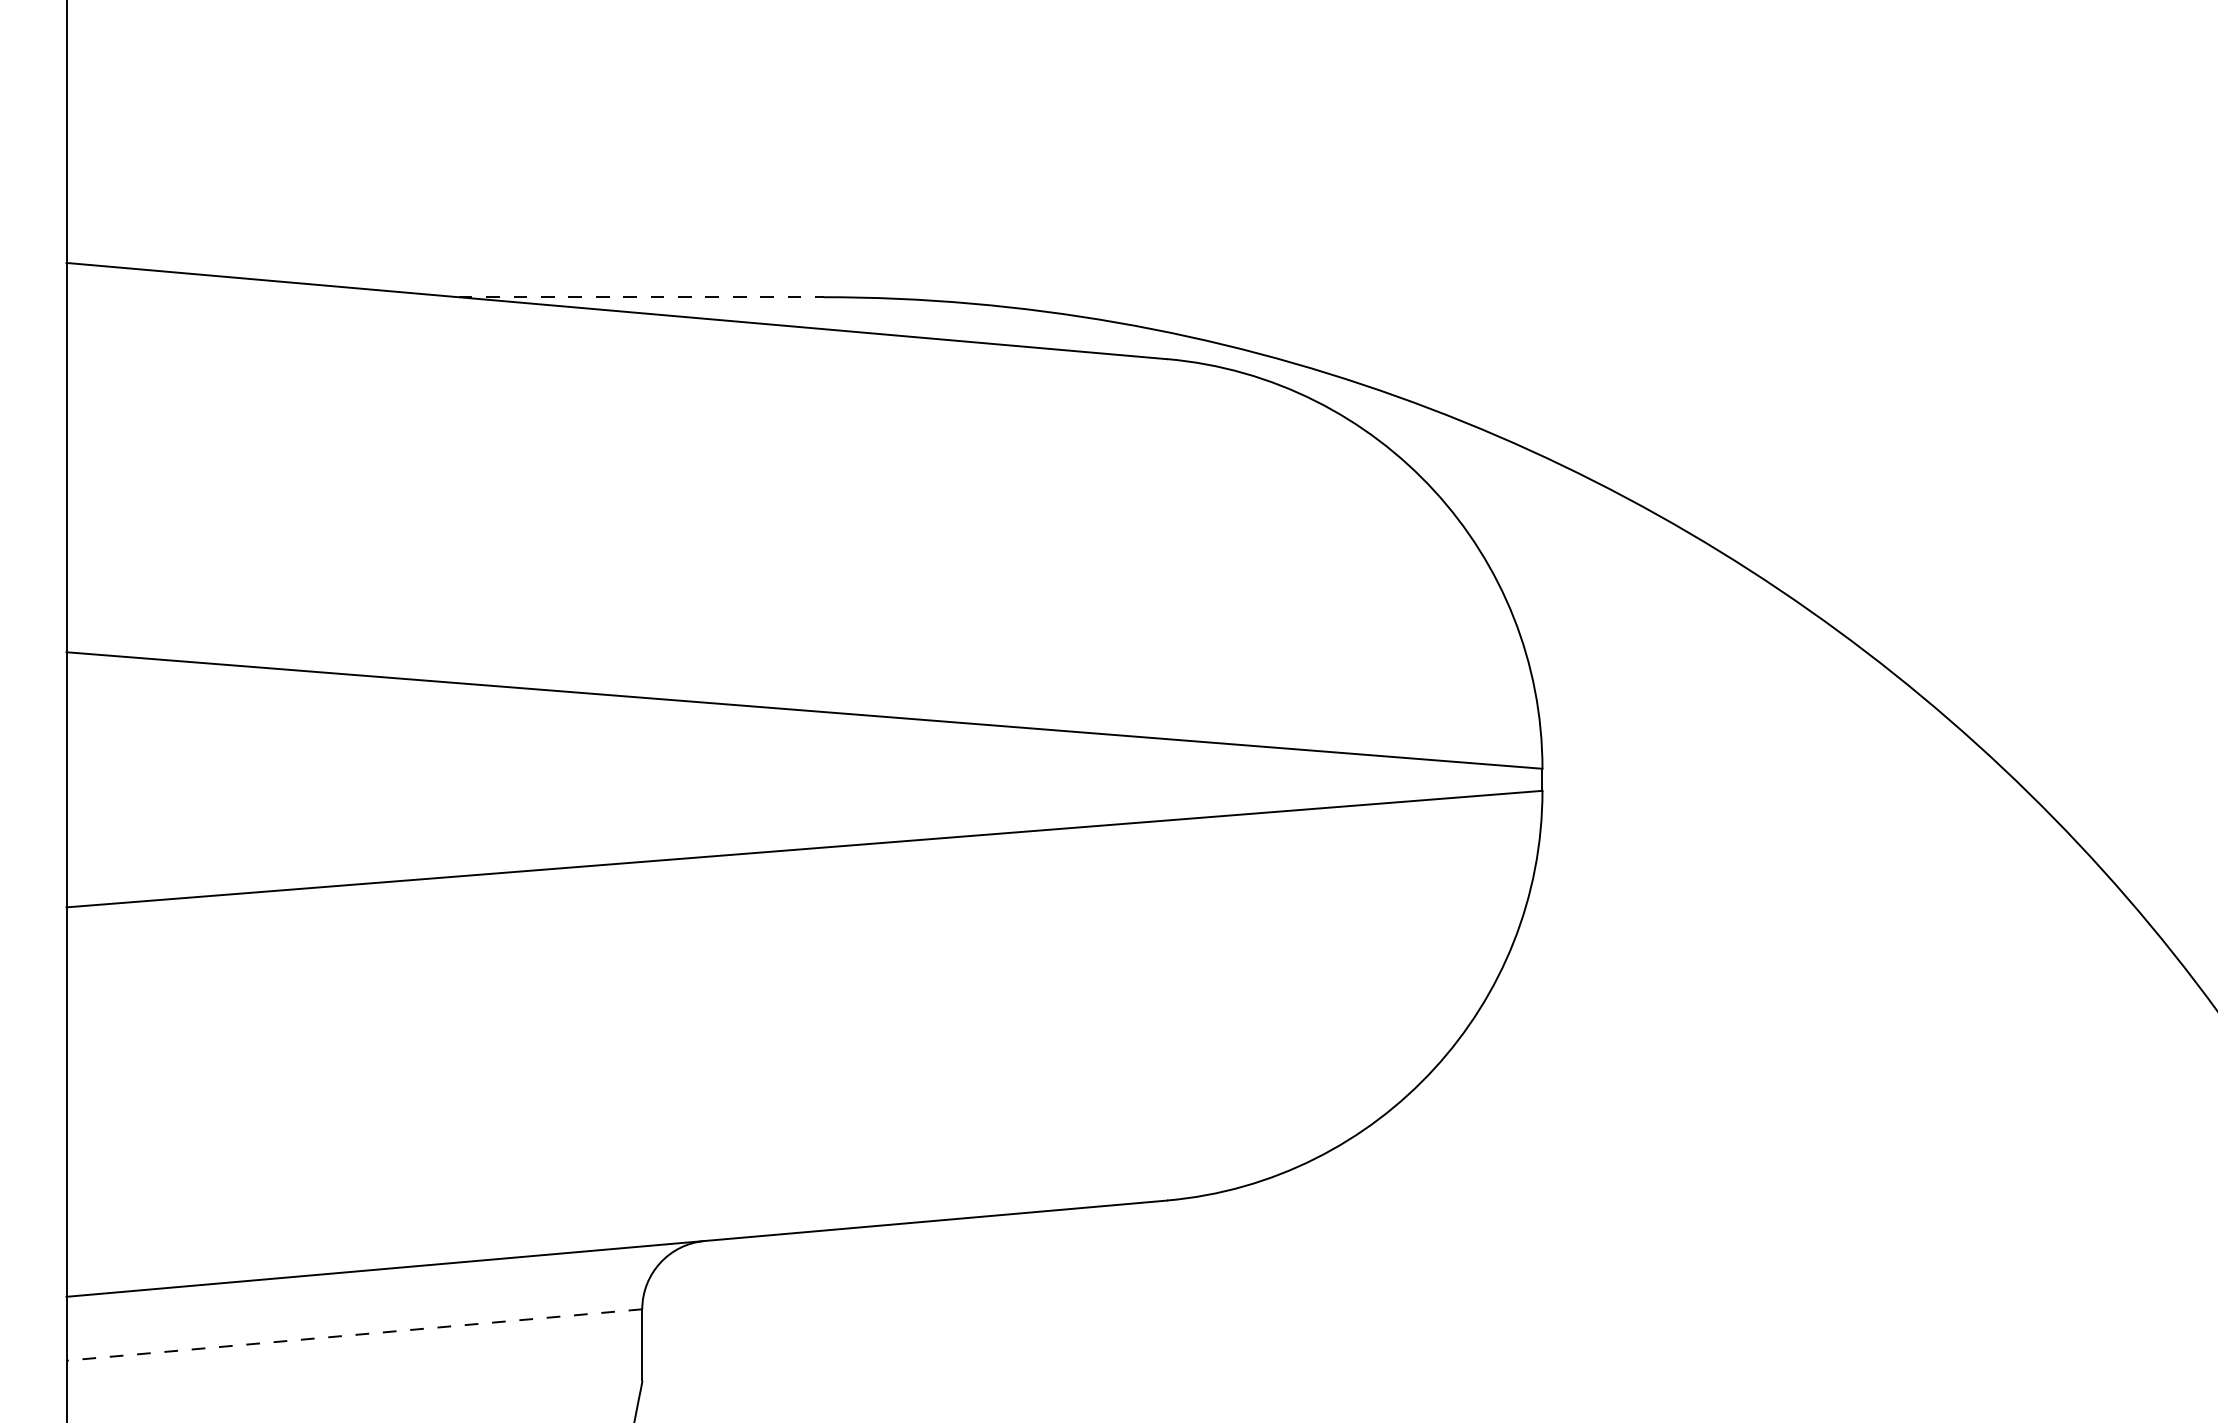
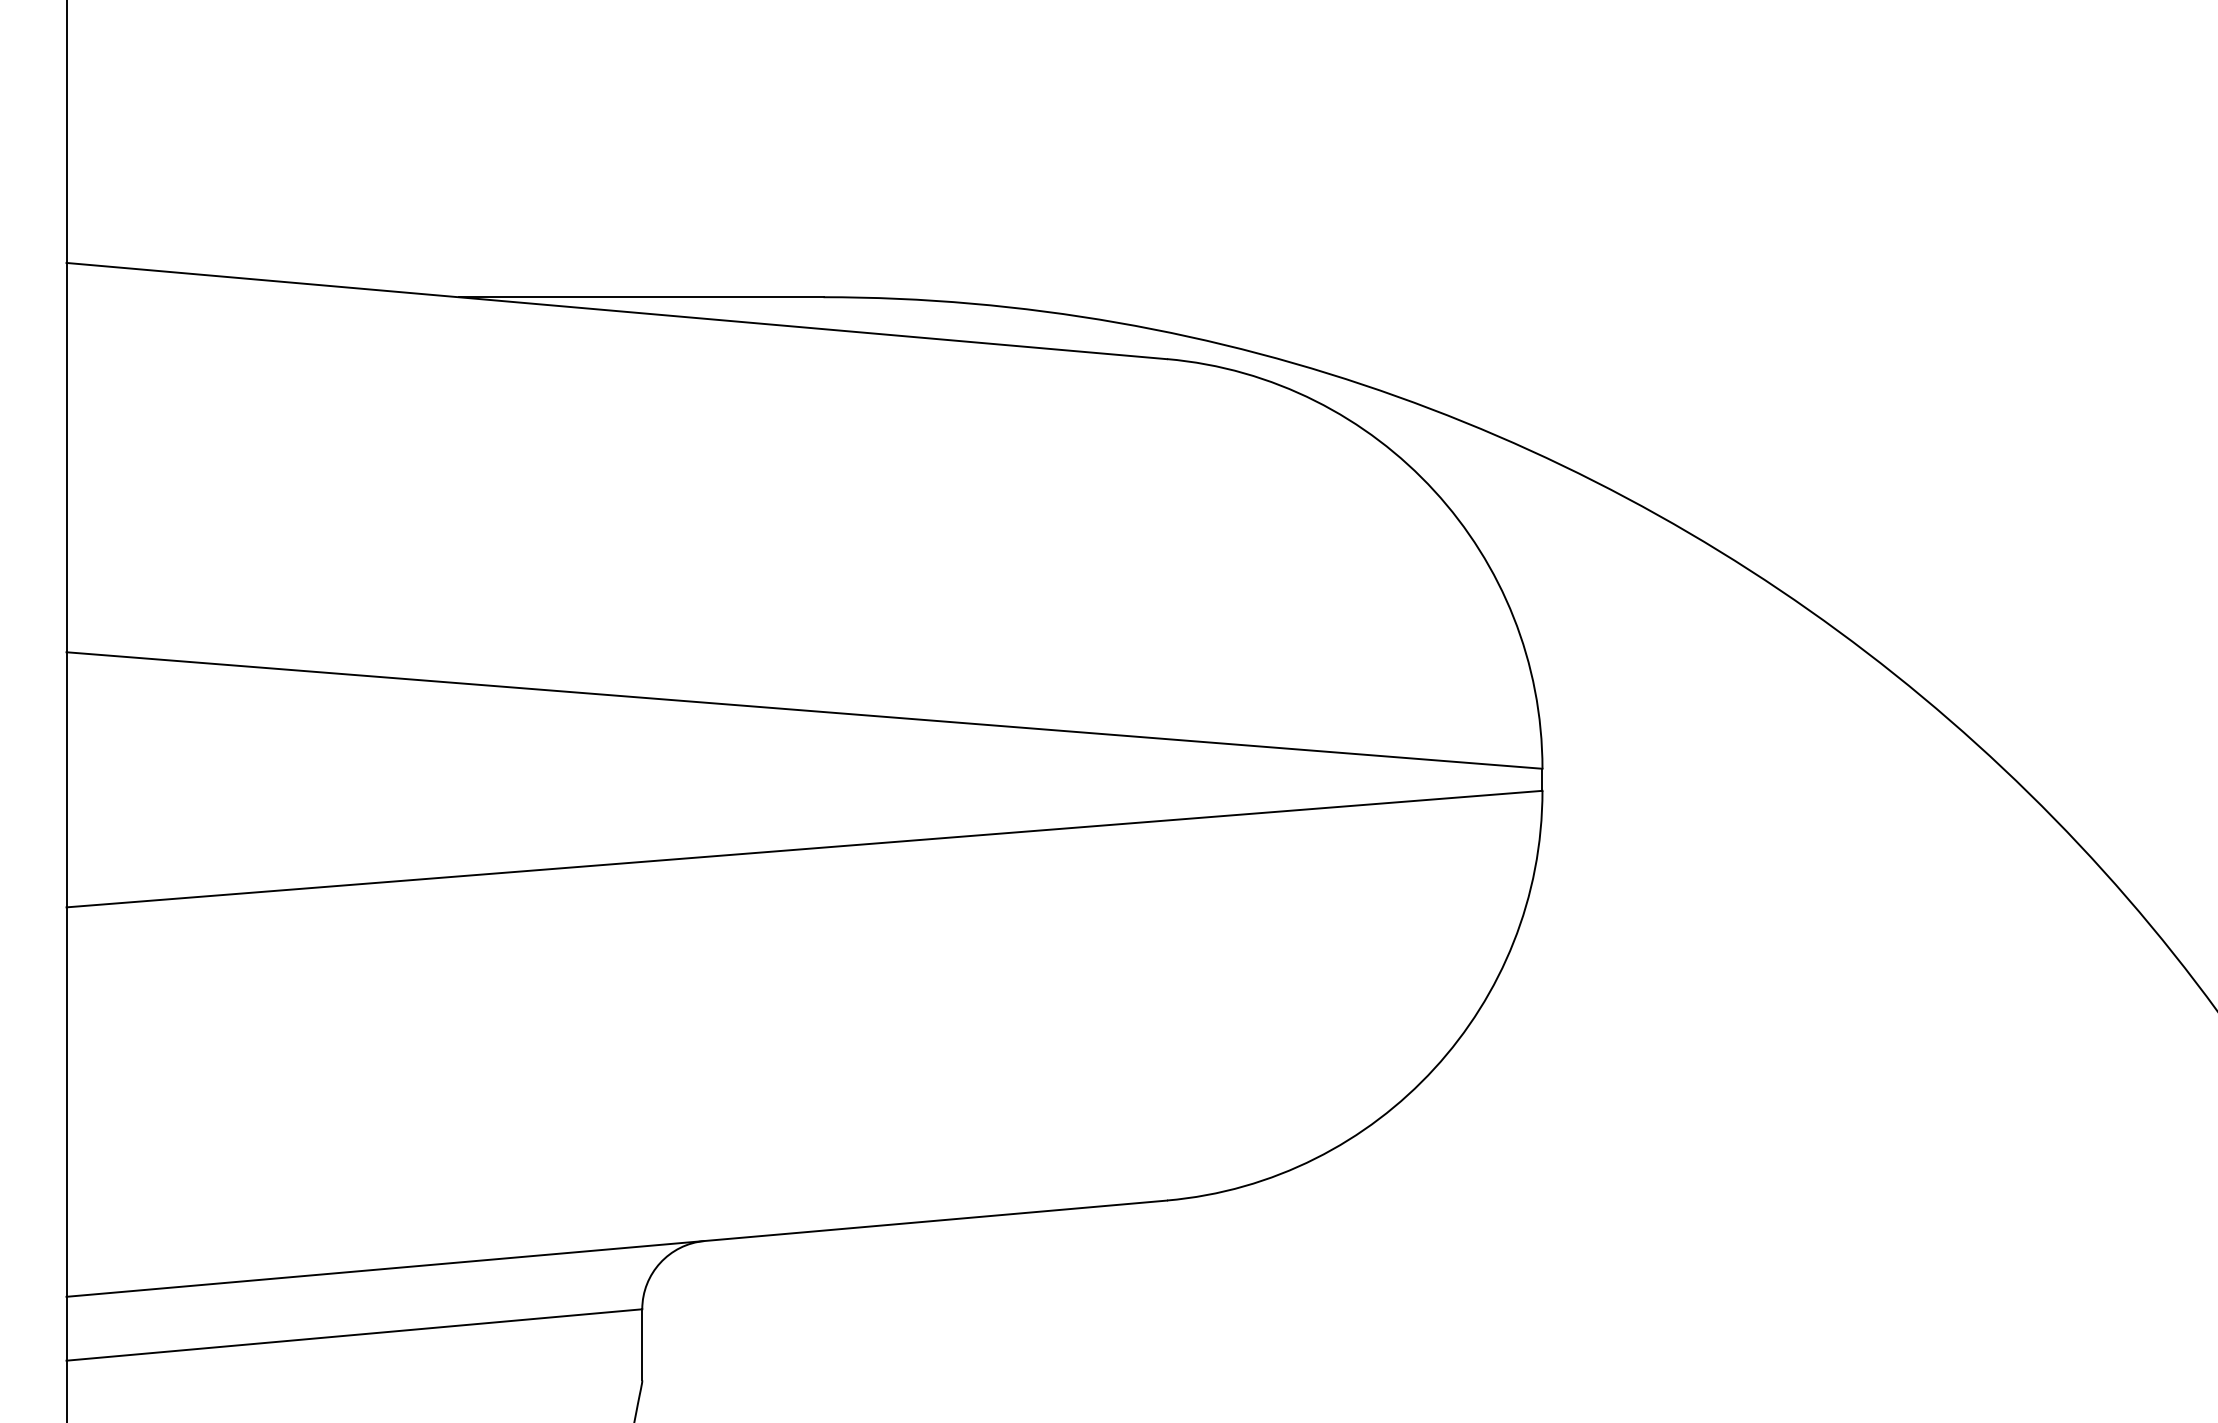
line at (641, 297): dashed -> solid
line at (353, 1335): dashed -> solid
